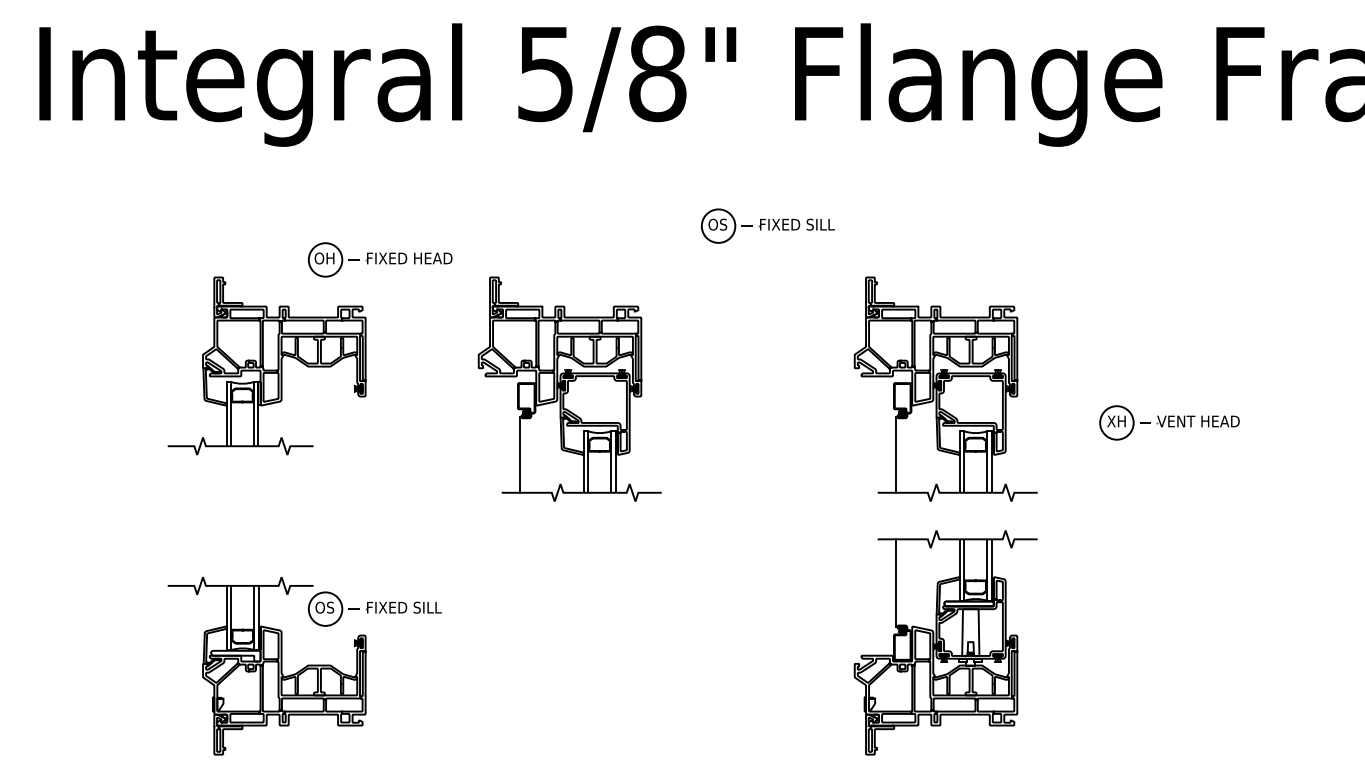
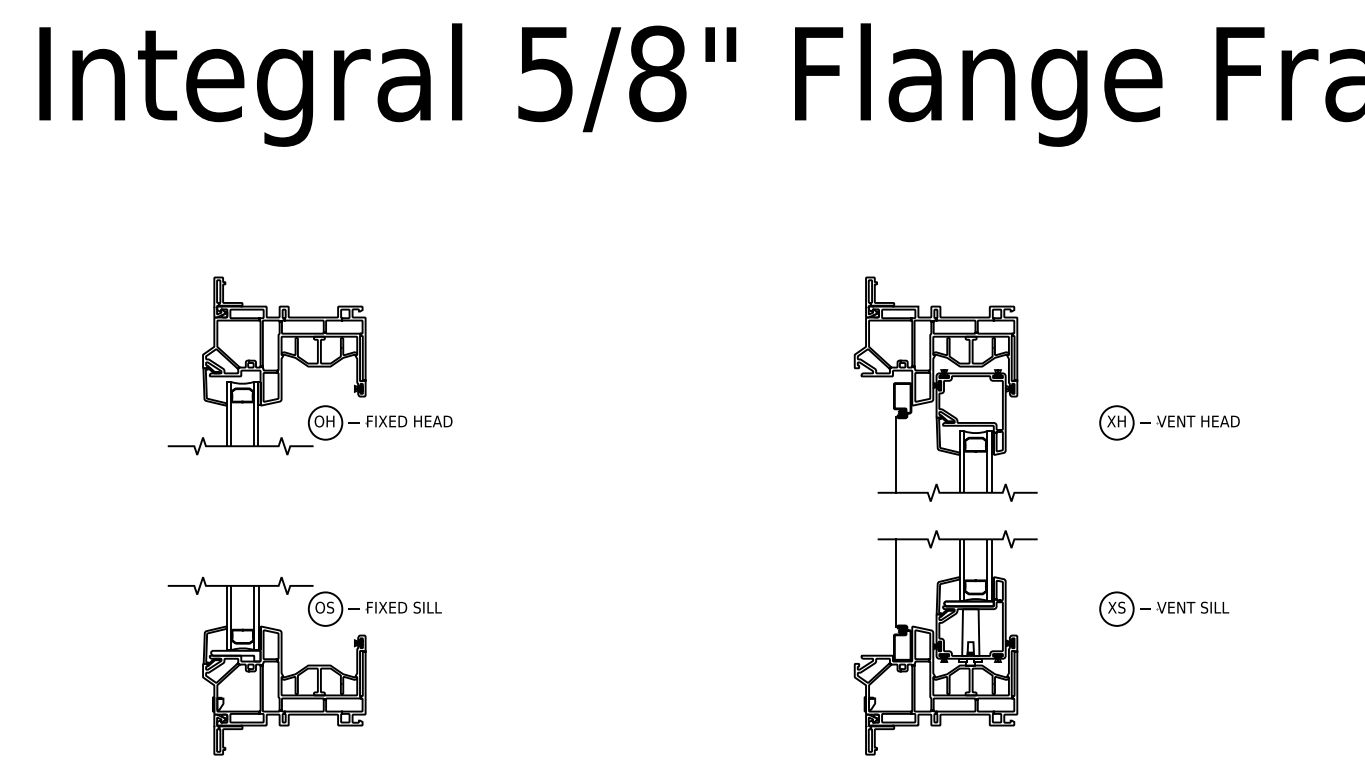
part at (767, 225): present -> none
part at (379, 259) position: (379, 259) -> (379, 422)
part at (569, 388): present -> none
part at (1164, 608): none -> present
